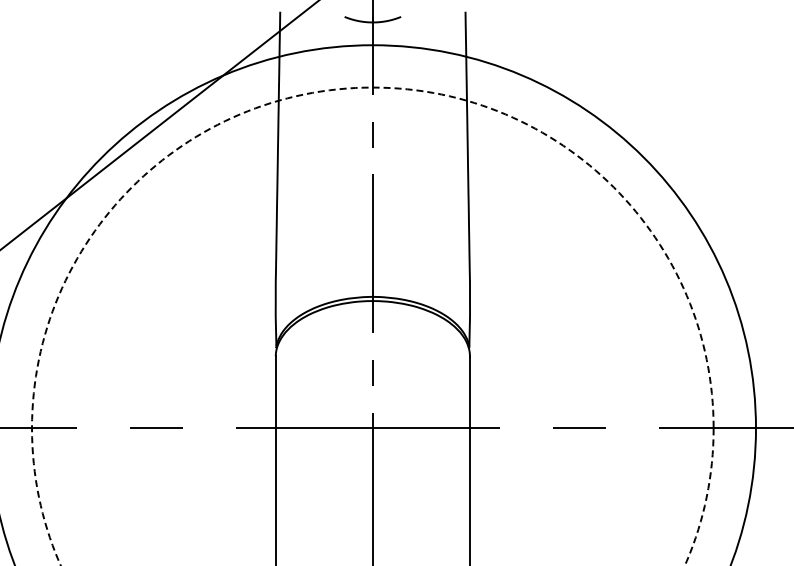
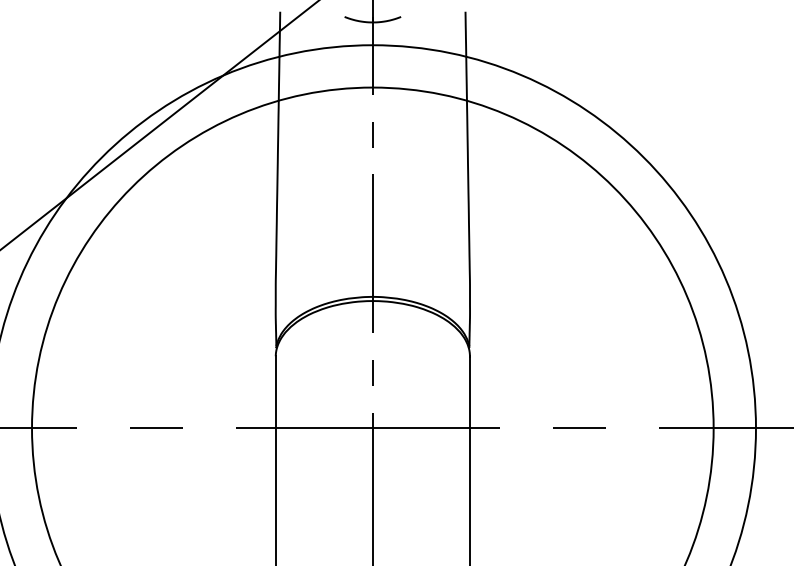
circle at (372, 326): dashed -> solid
